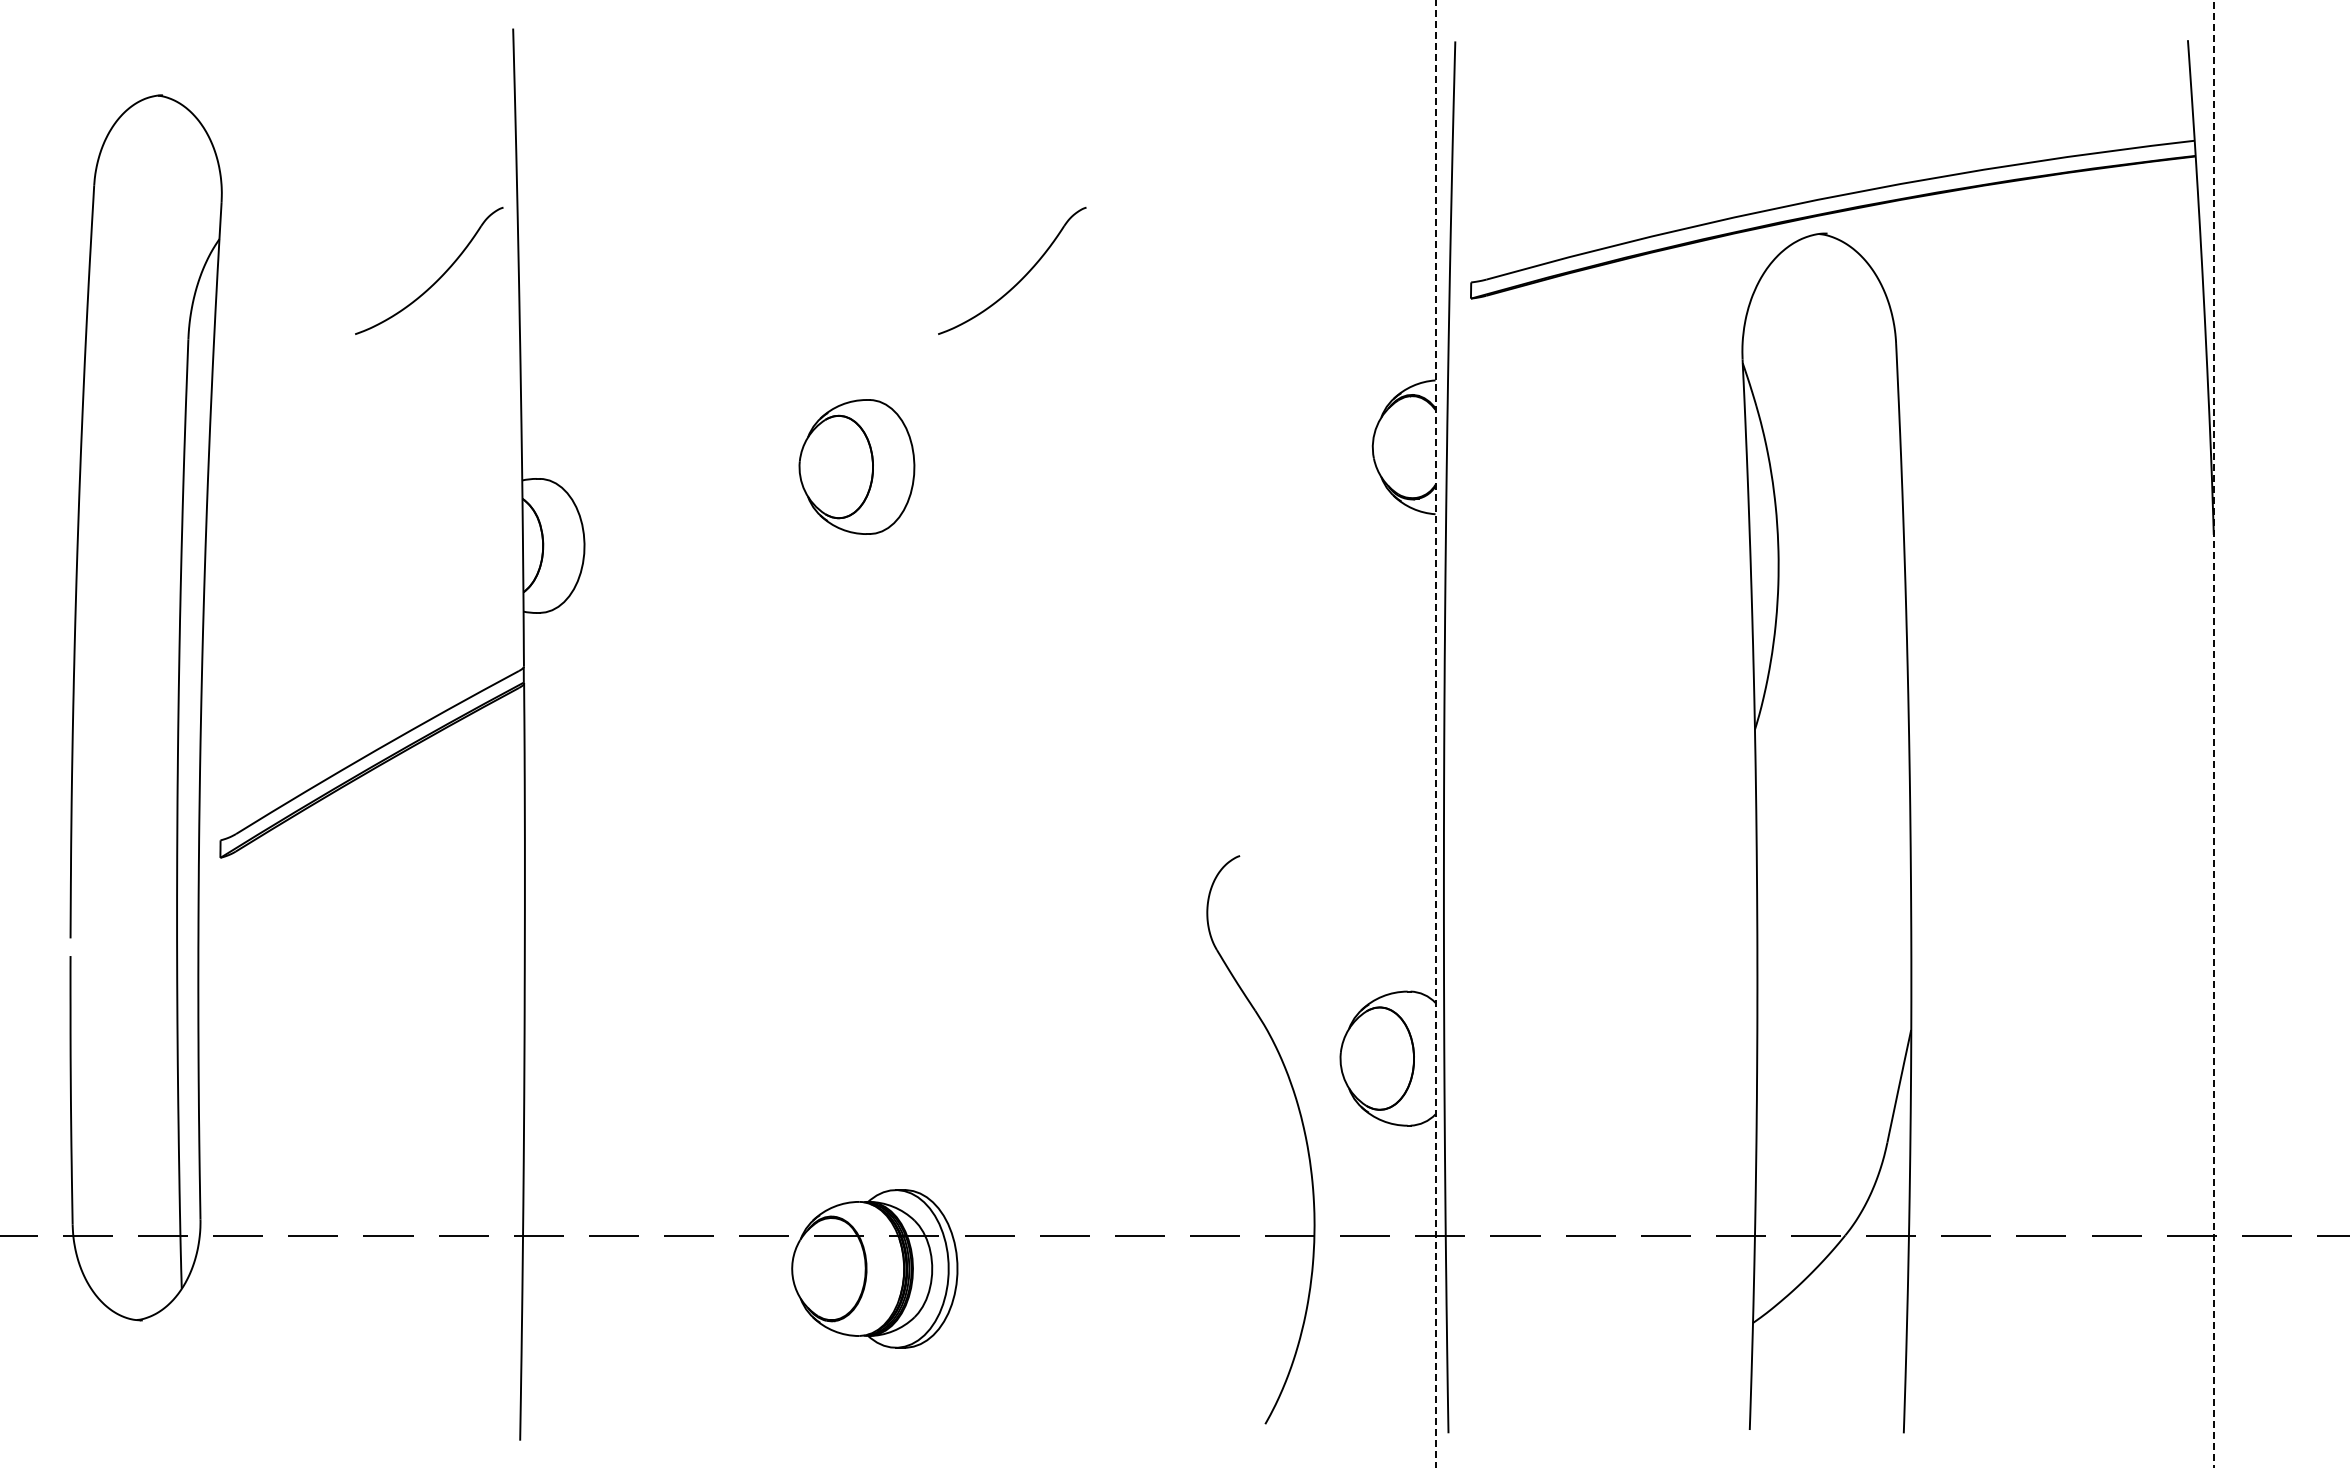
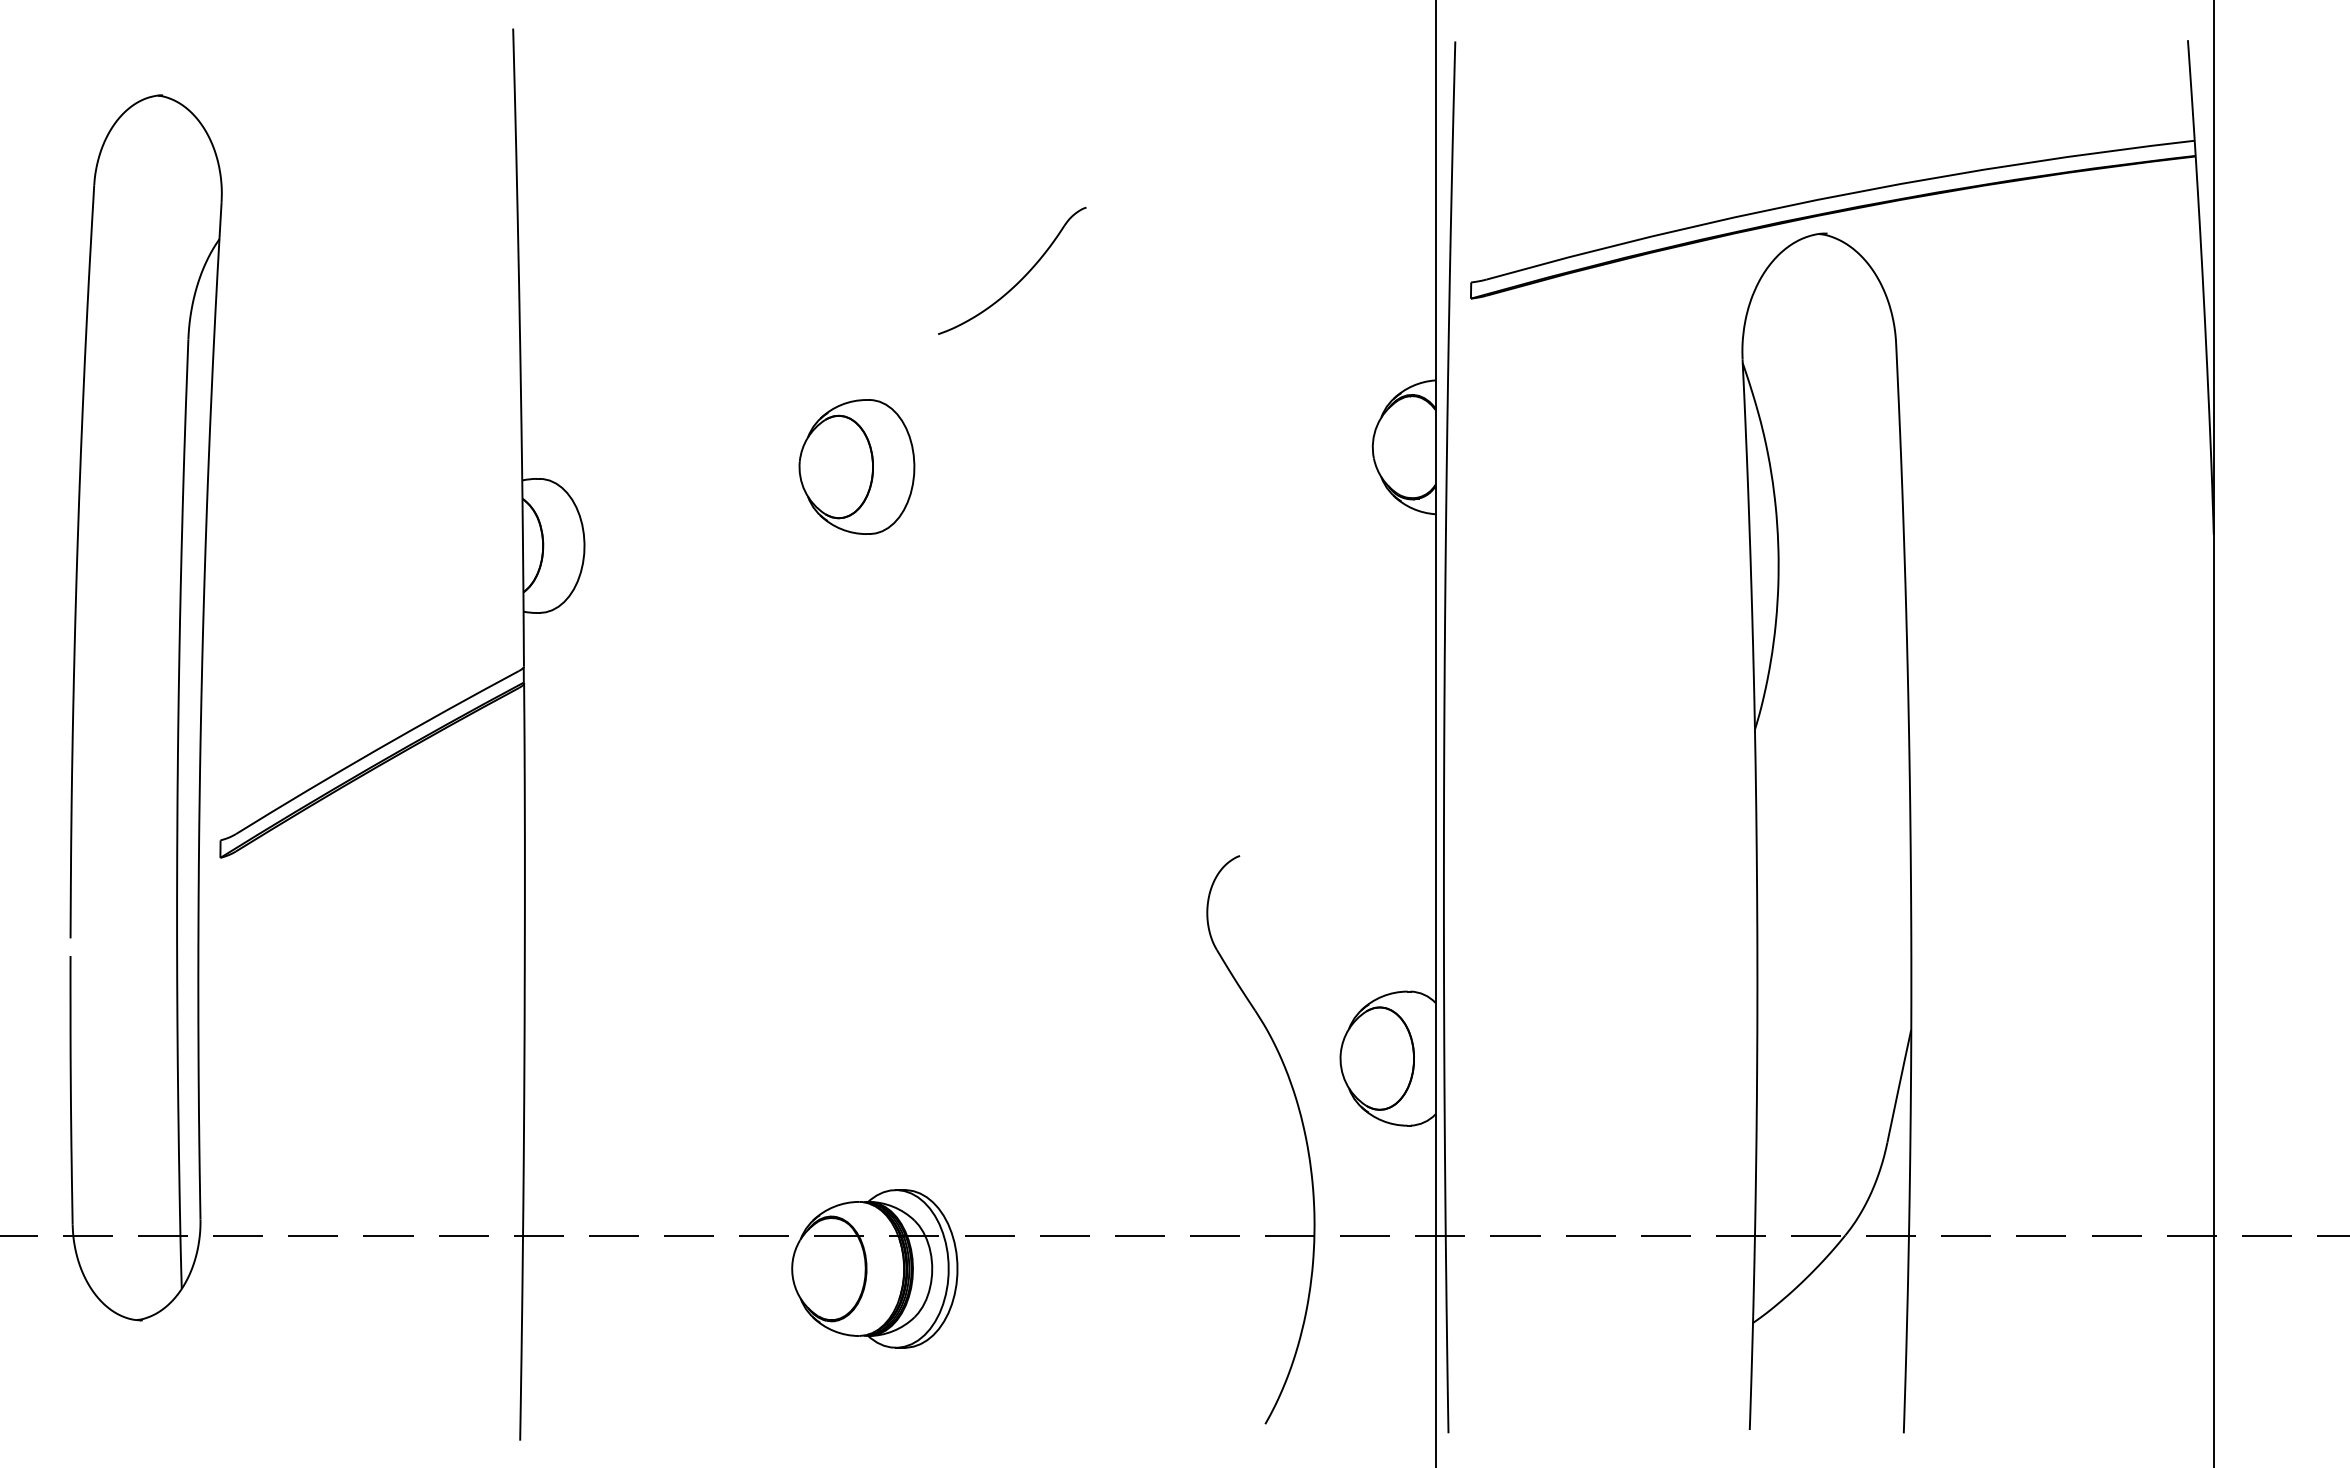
part at (438, 278): present -> none
line at (2213, 733): dashed -> solid
line at (1435, 734): dashed -> solid
